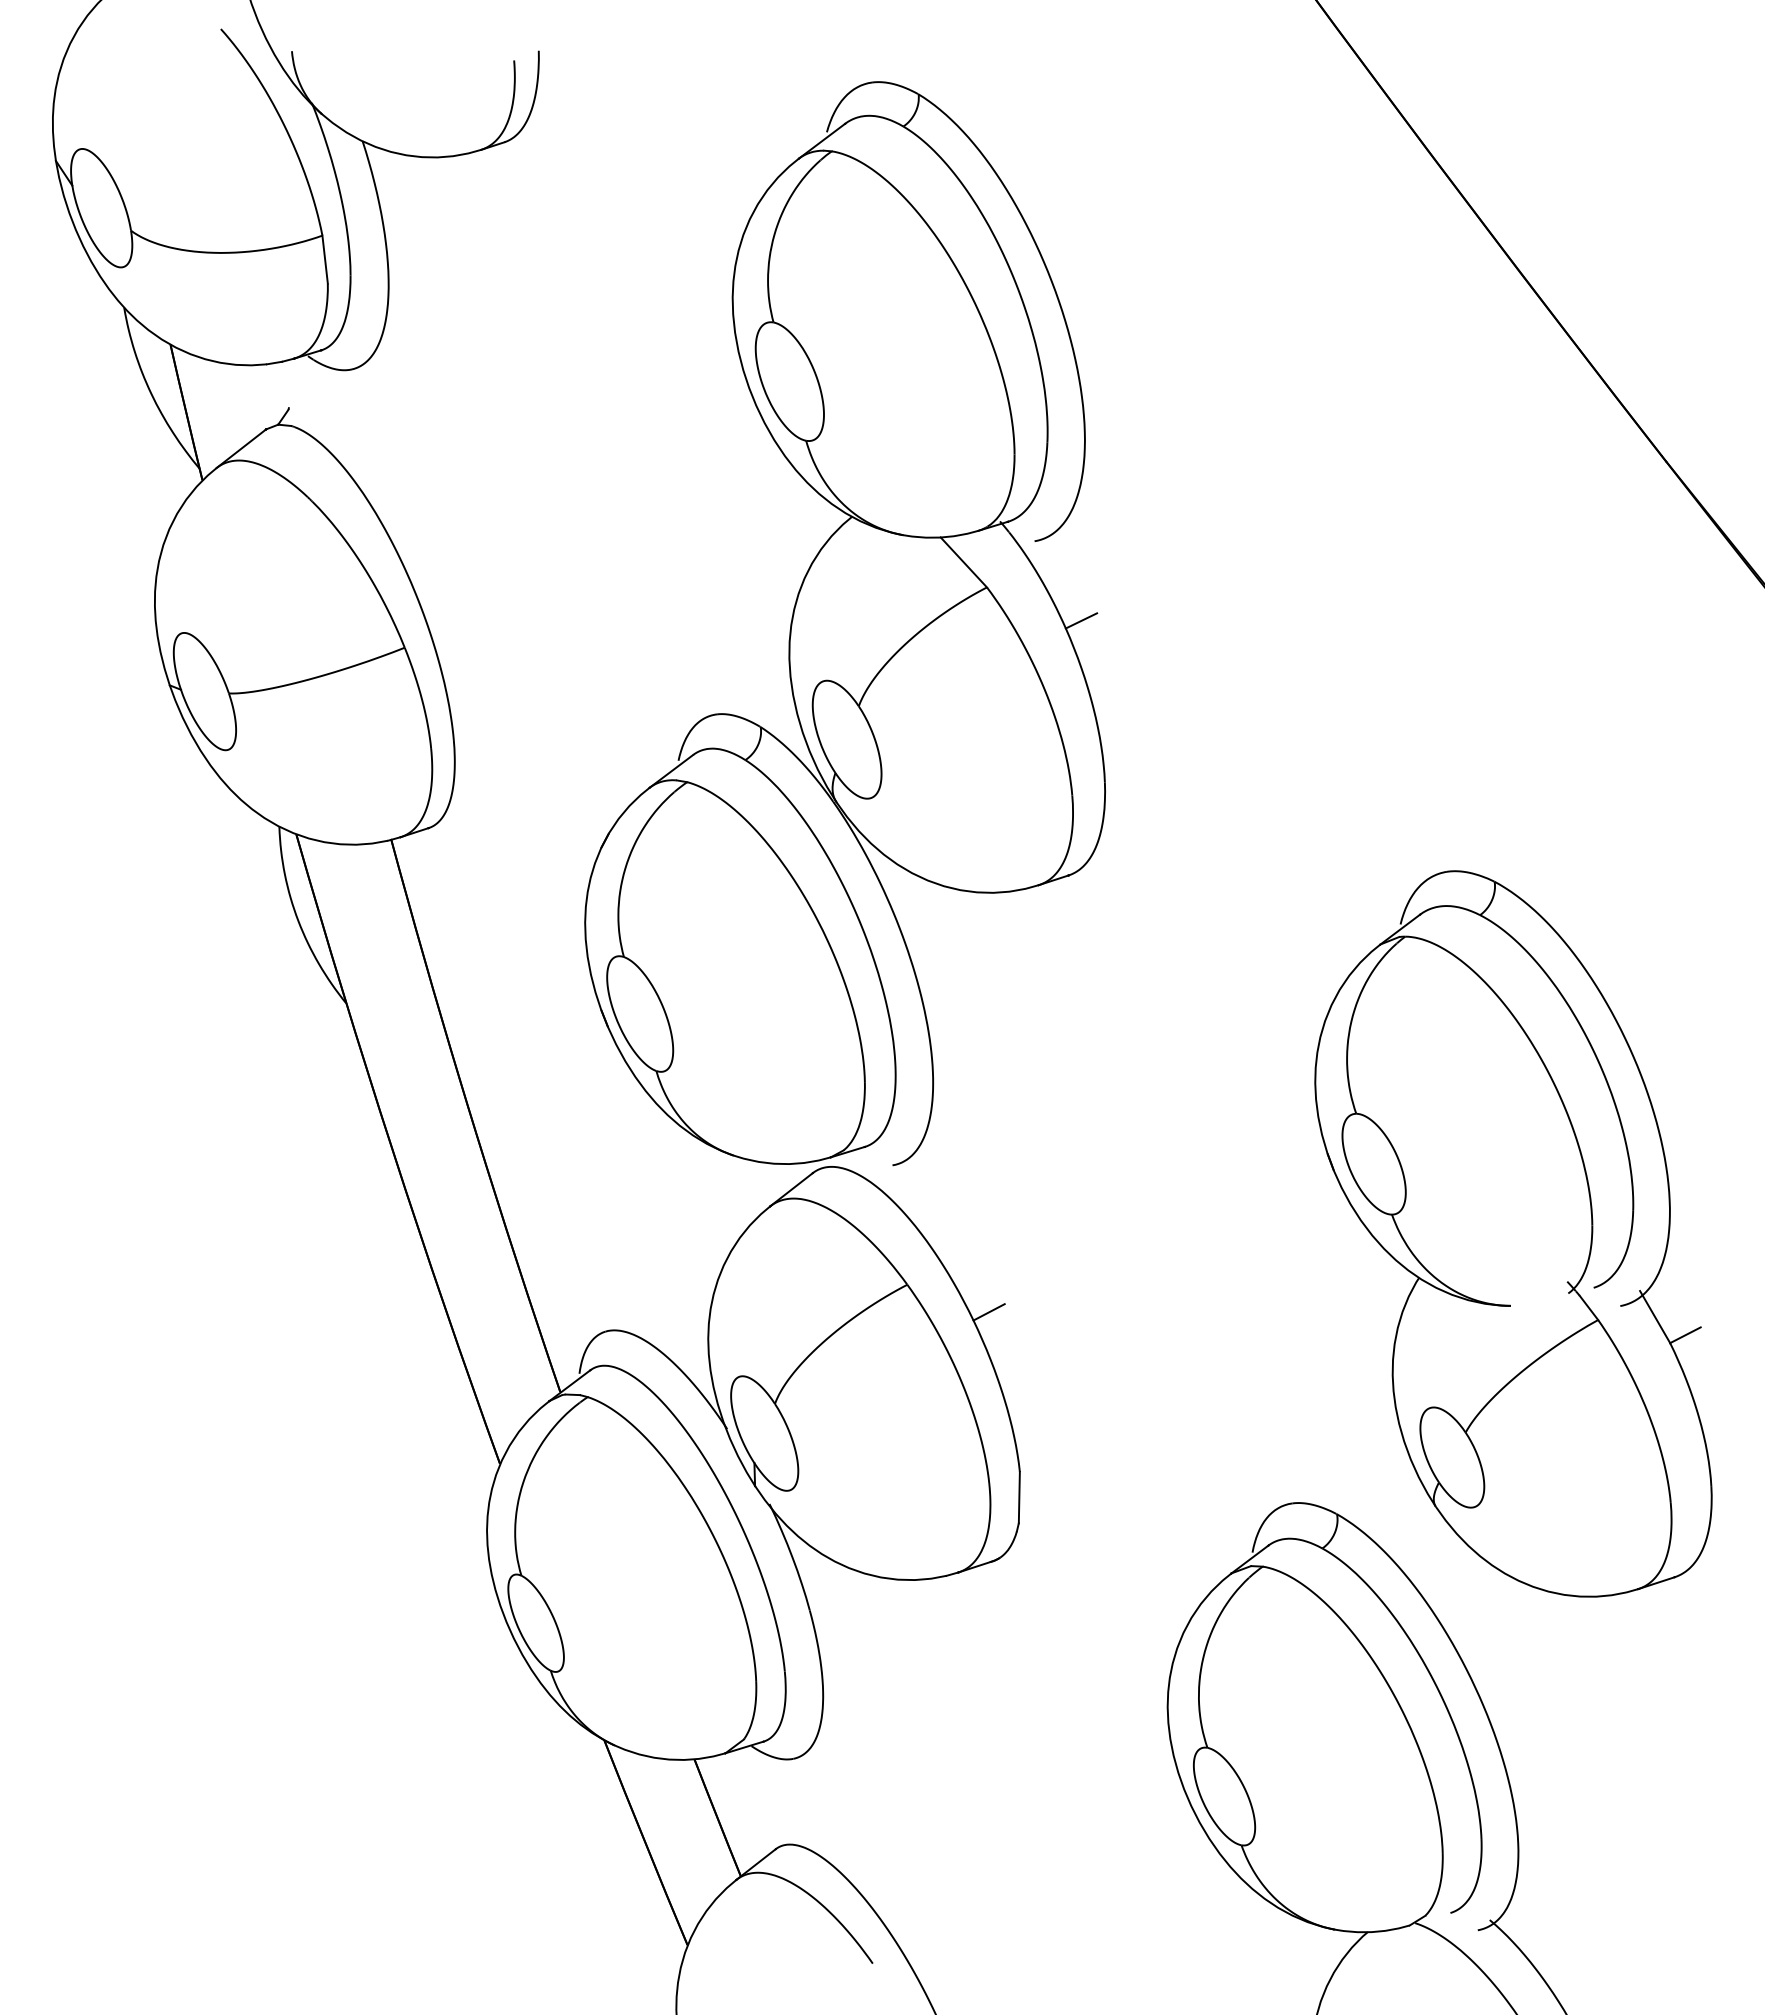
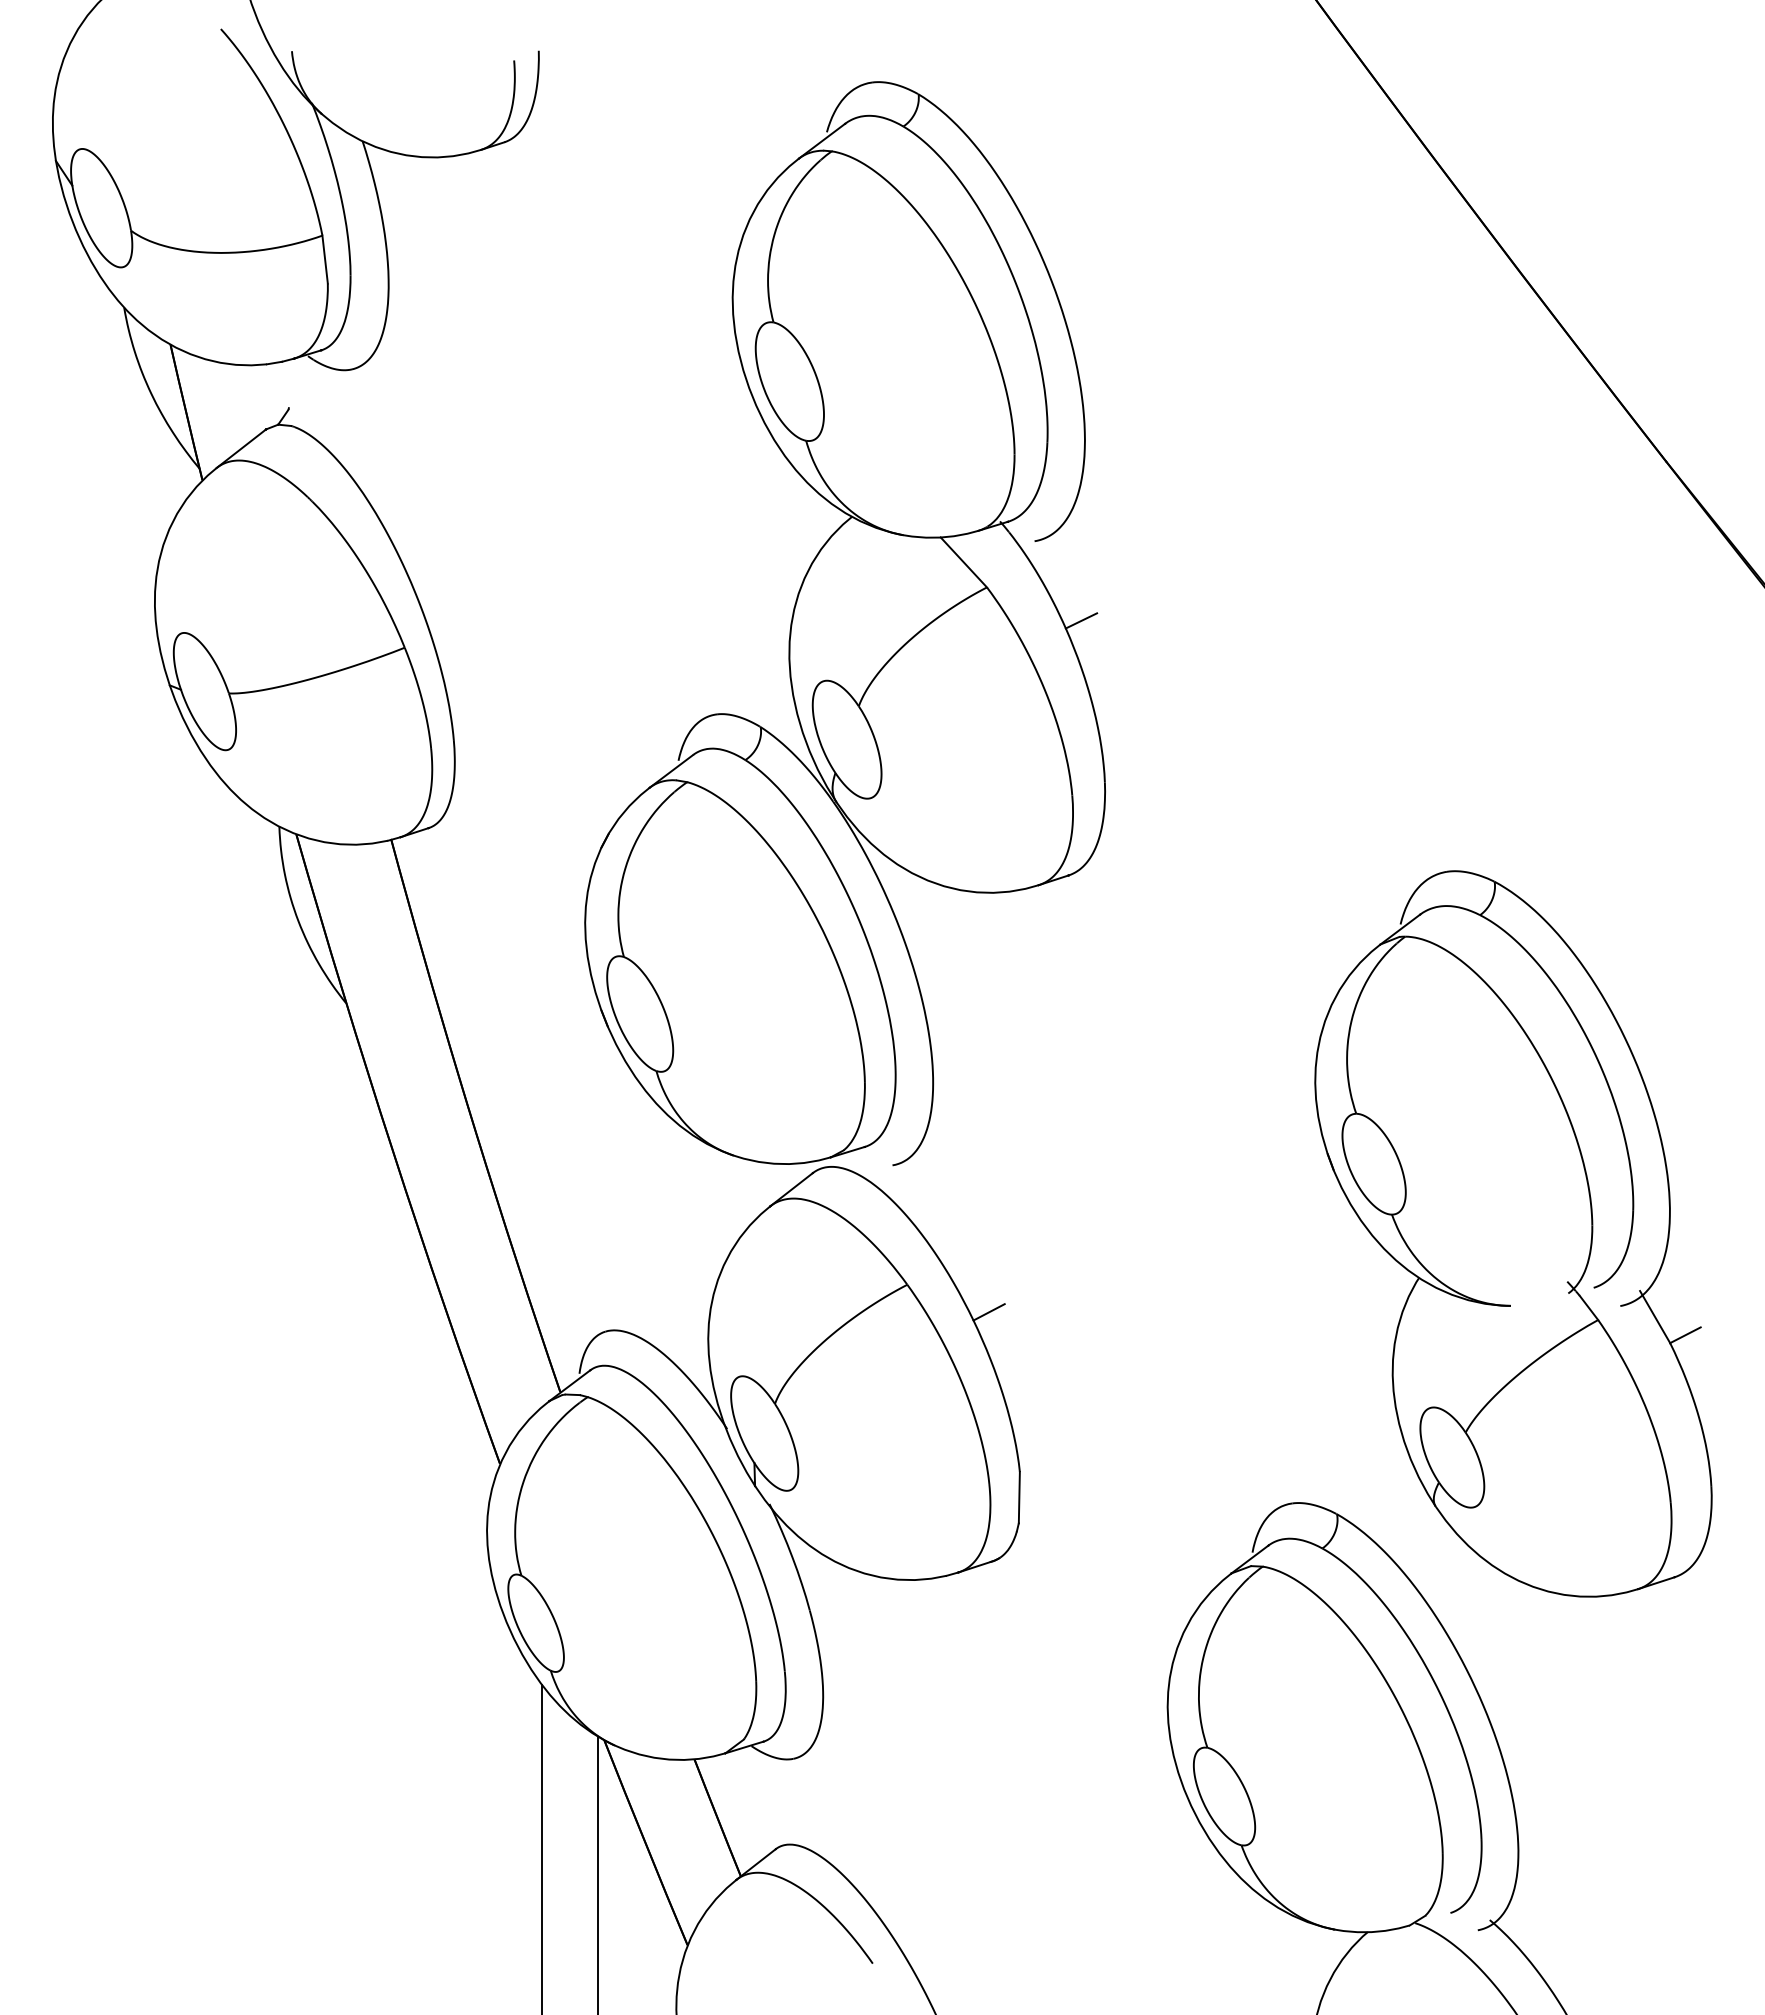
line at (541, 1847): none -> present
line at (598, 1873): none -> present
